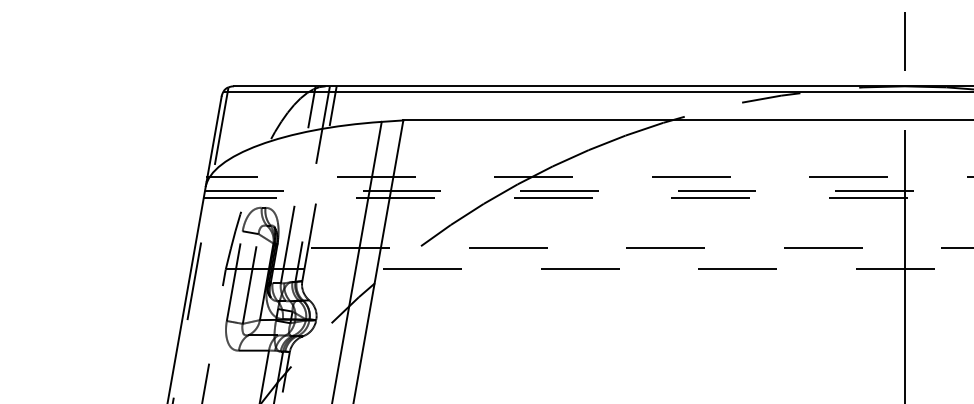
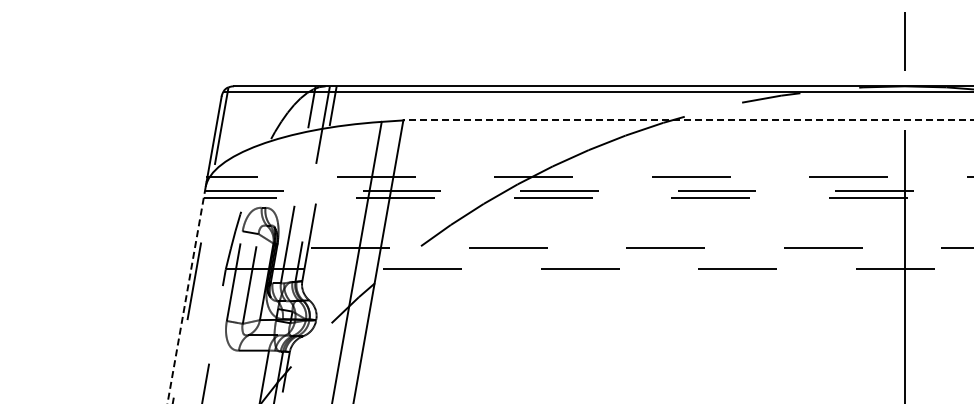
line at (688, 120): solid -> dashed
line at (186, 295): solid -> dashed
